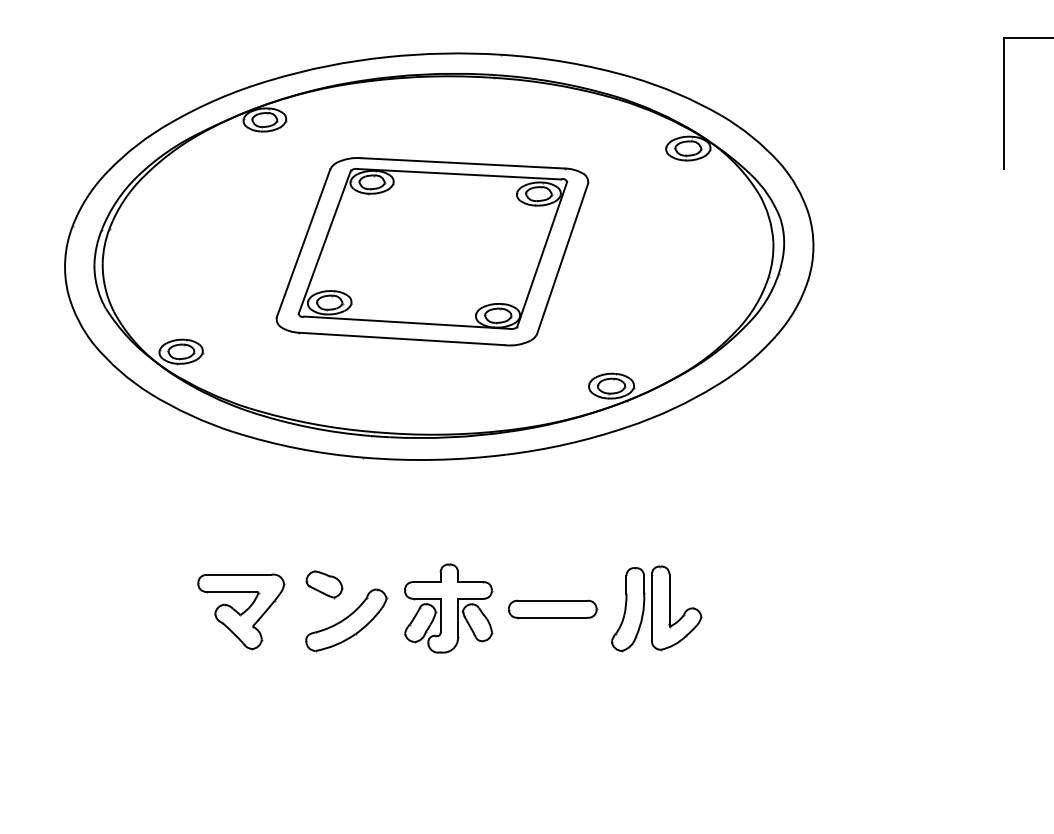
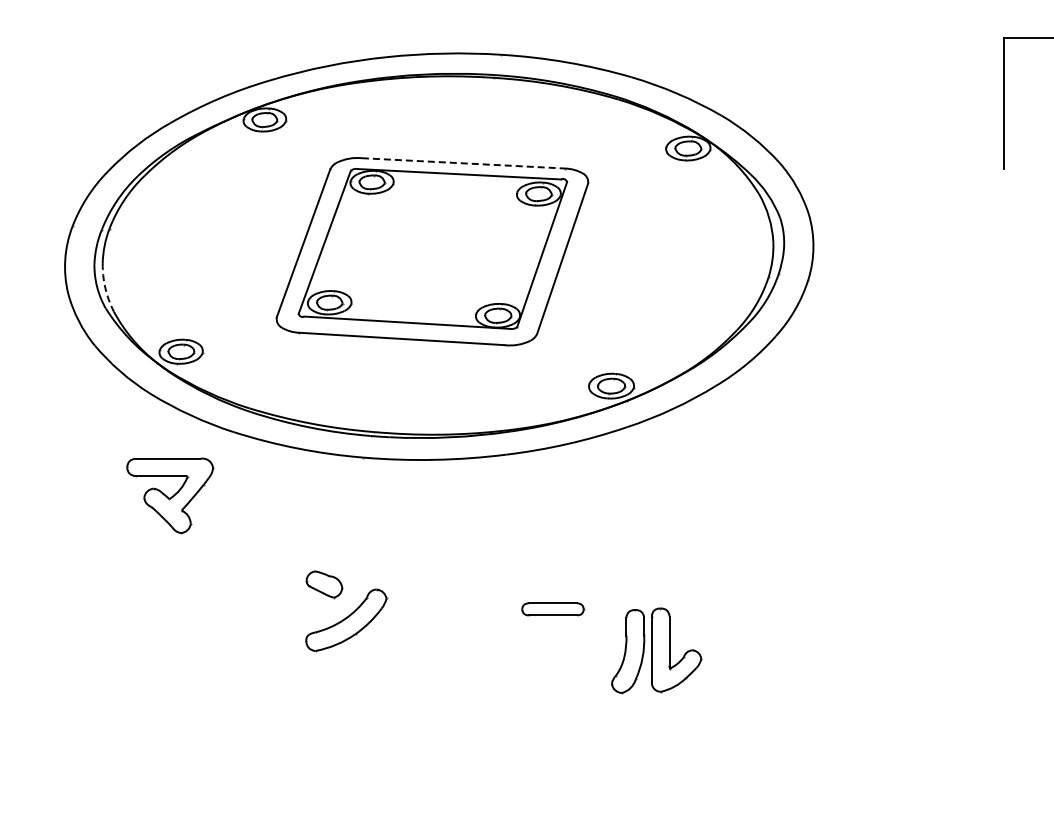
line at (463, 163): solid -> dashed
arc at (105, 288): solid -> dashed
part at (448, 608): present -> none
part at (656, 608) position: (656, 608) -> (656, 650)
part at (553, 609) size: 91x21 px -> 65x15 px
part at (241, 611) position: (241, 611) -> (170, 495)
